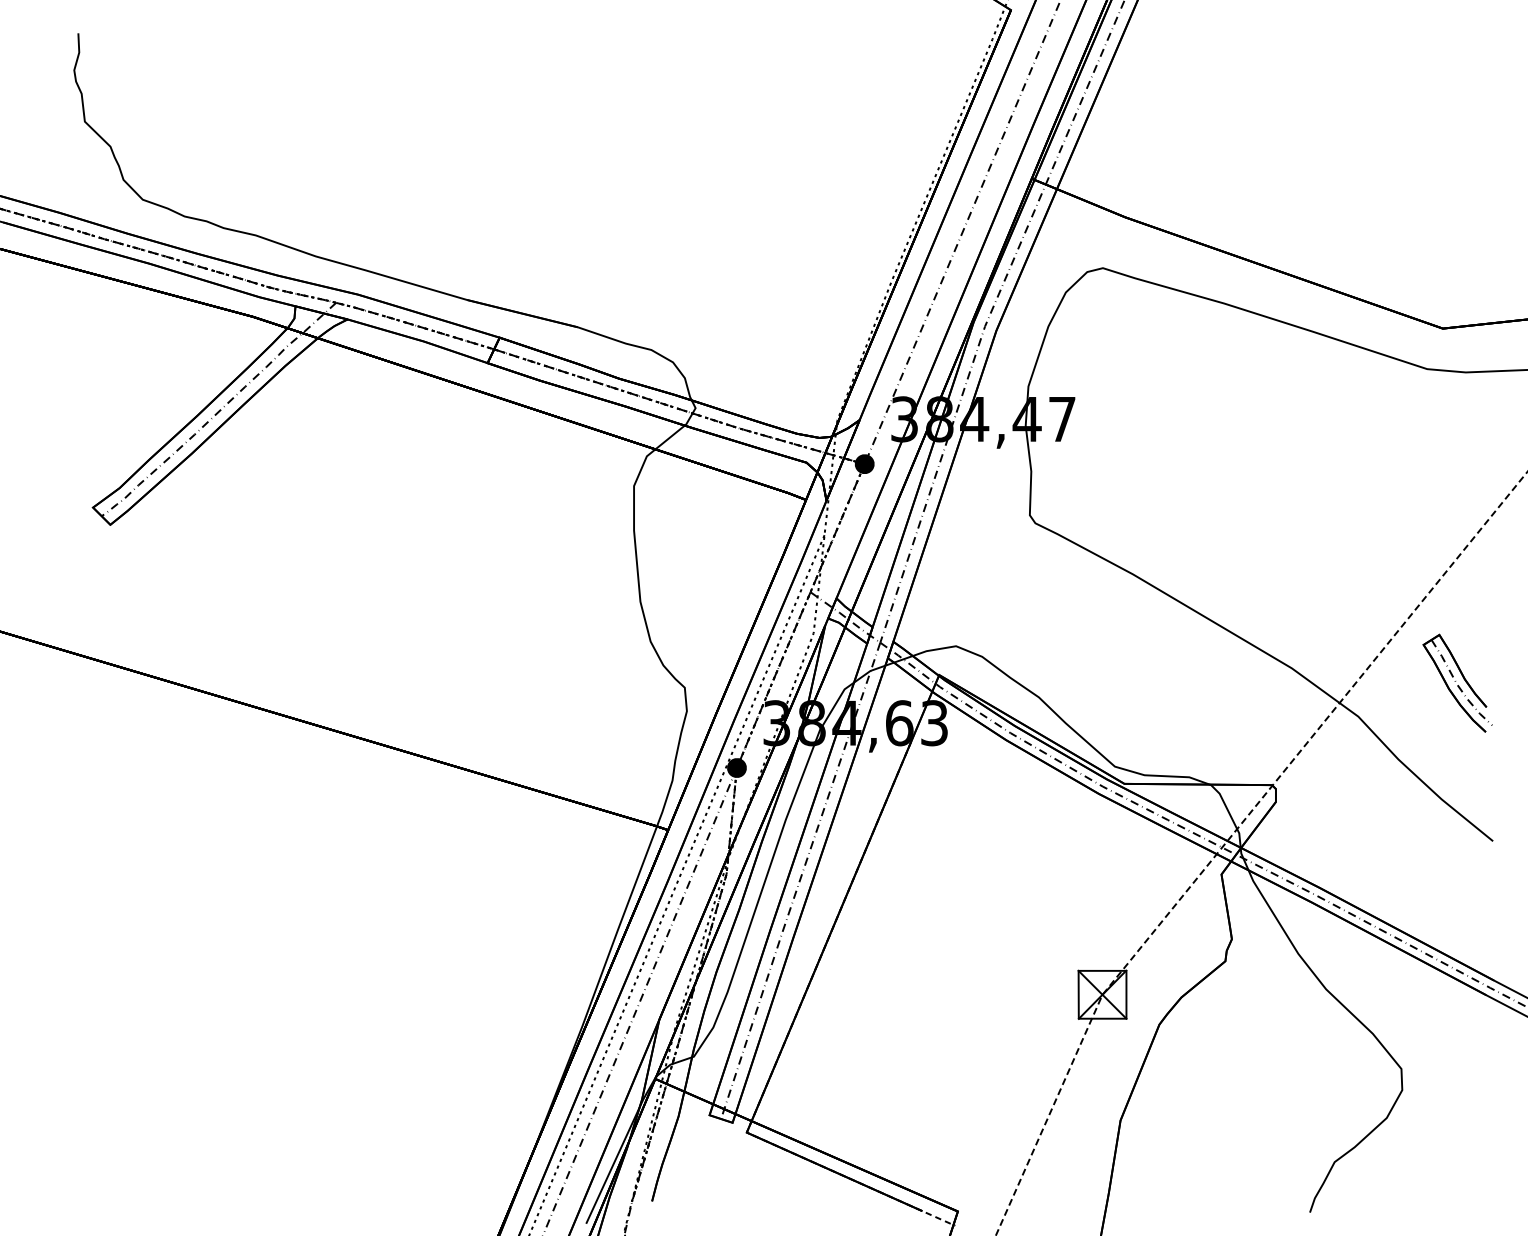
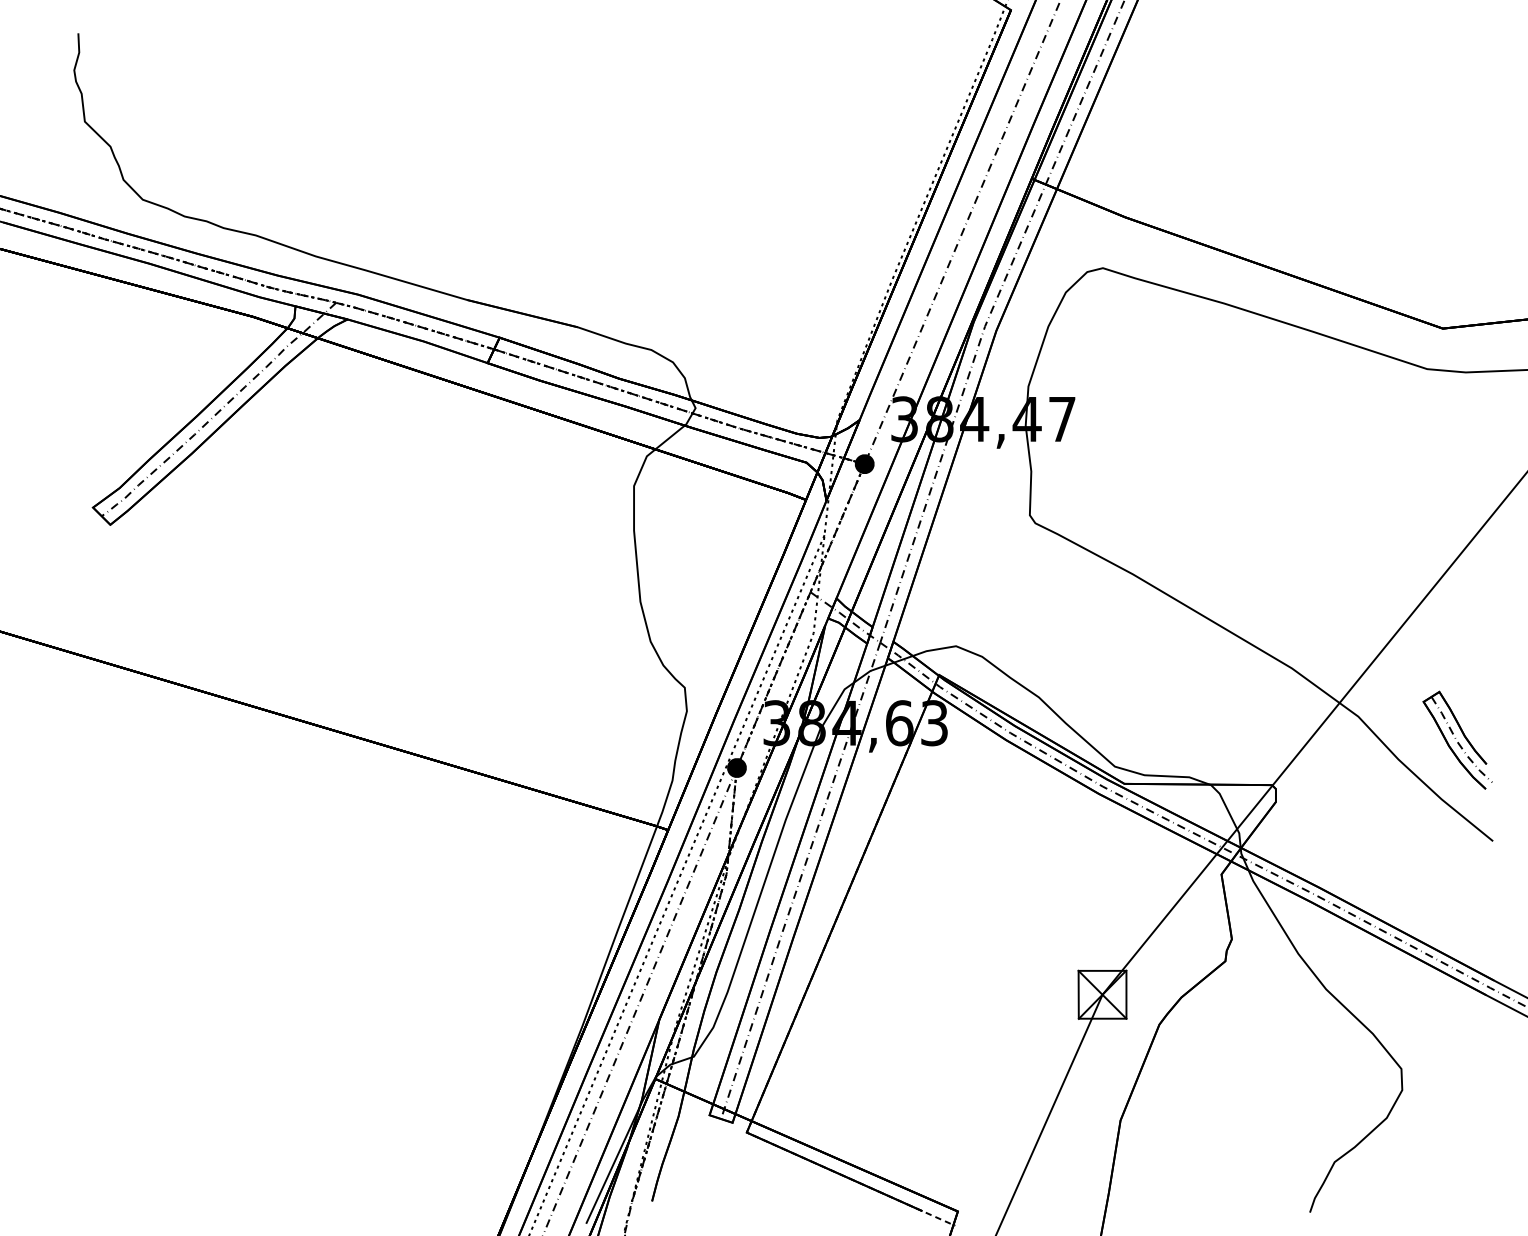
part at (1457, 682) position: (1457, 682) -> (1457, 739)
line at (1231, 835): dashed -> solid
